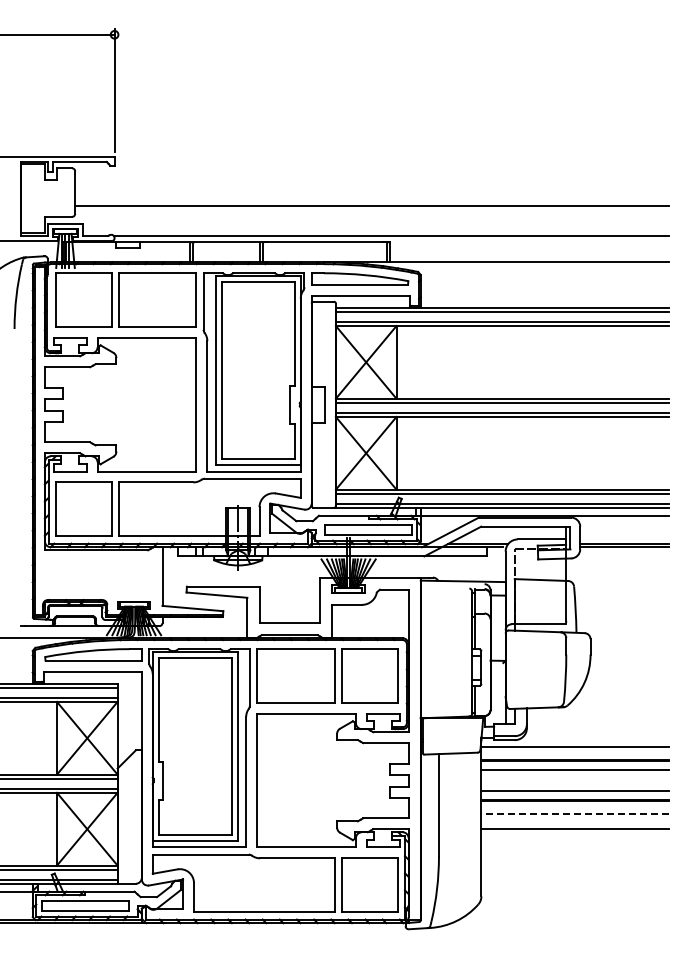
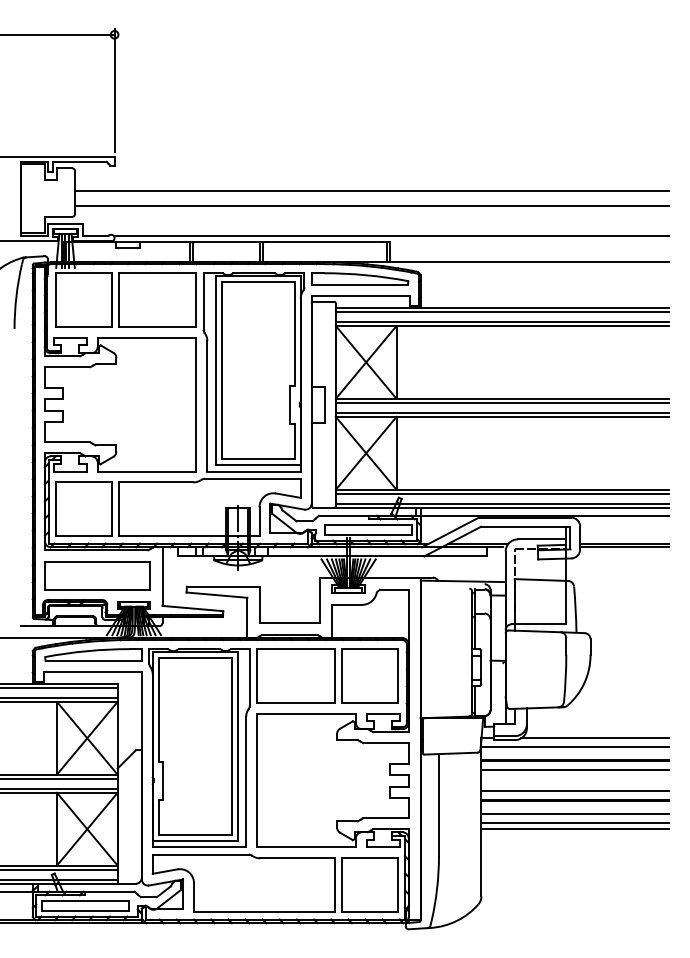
line at (372, 191): none -> present
part at (97, 575): none -> present
line at (595, 738): none -> present
line at (575, 814): dashed -> solid
line at (575, 823): none -> present
